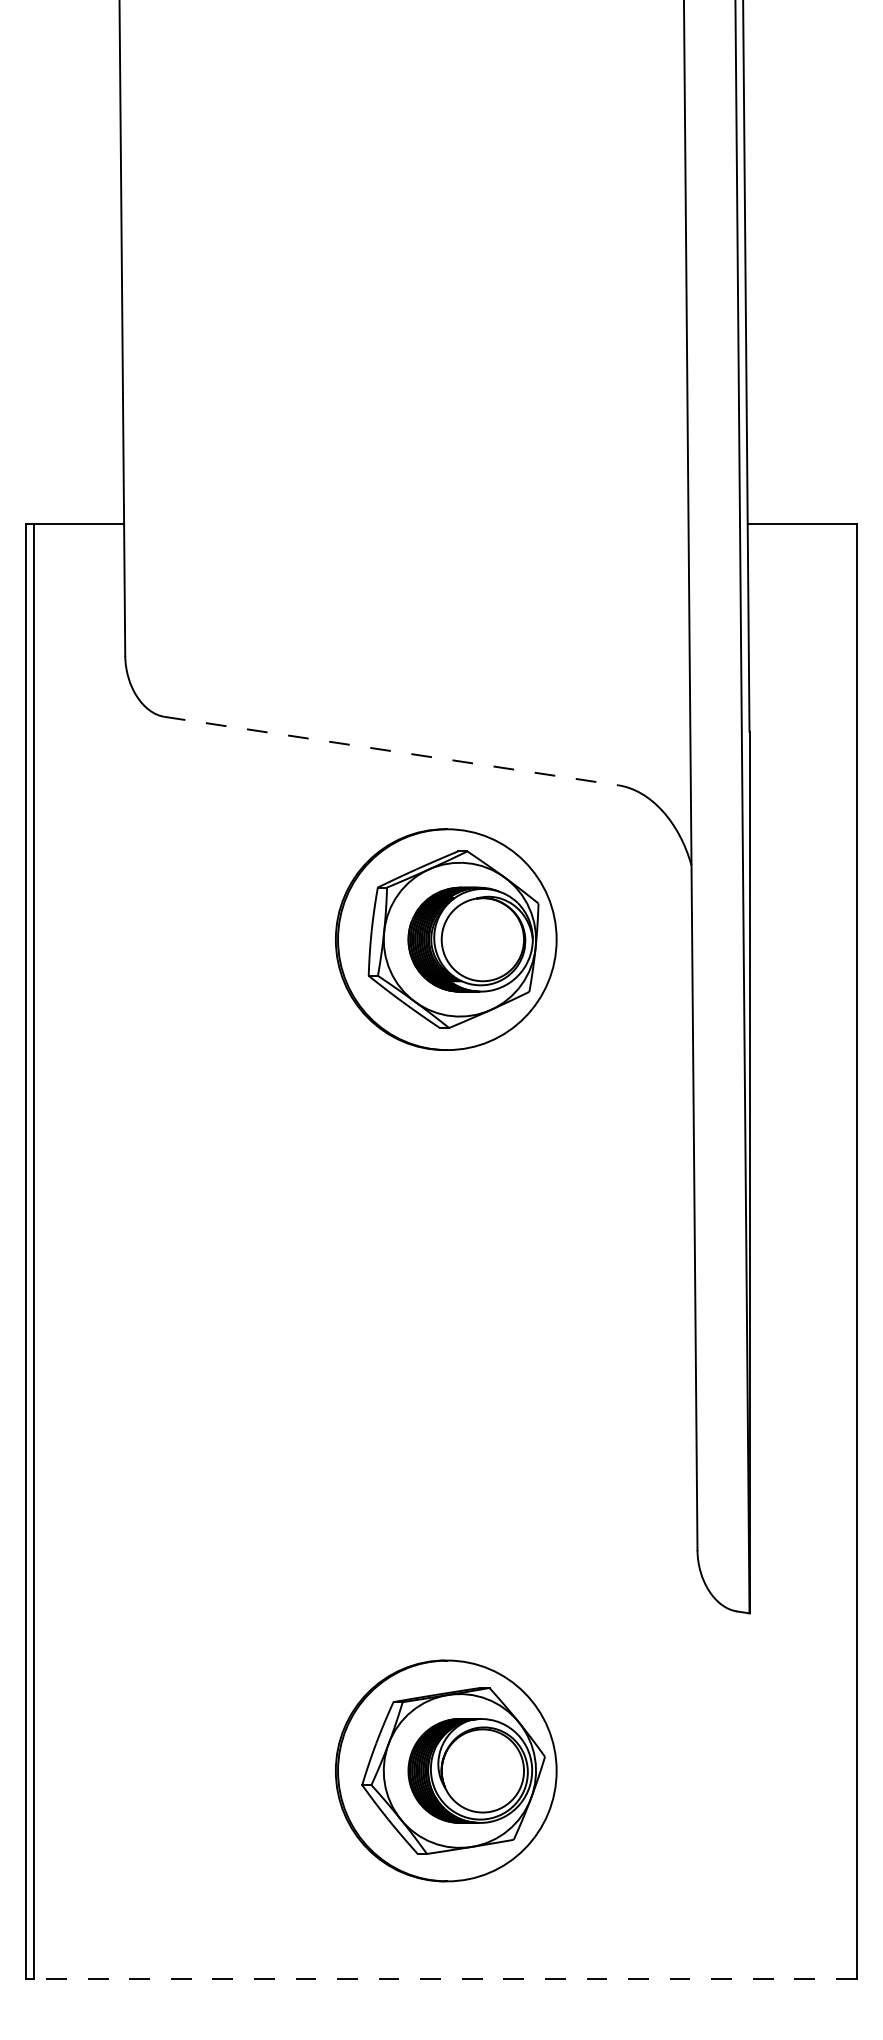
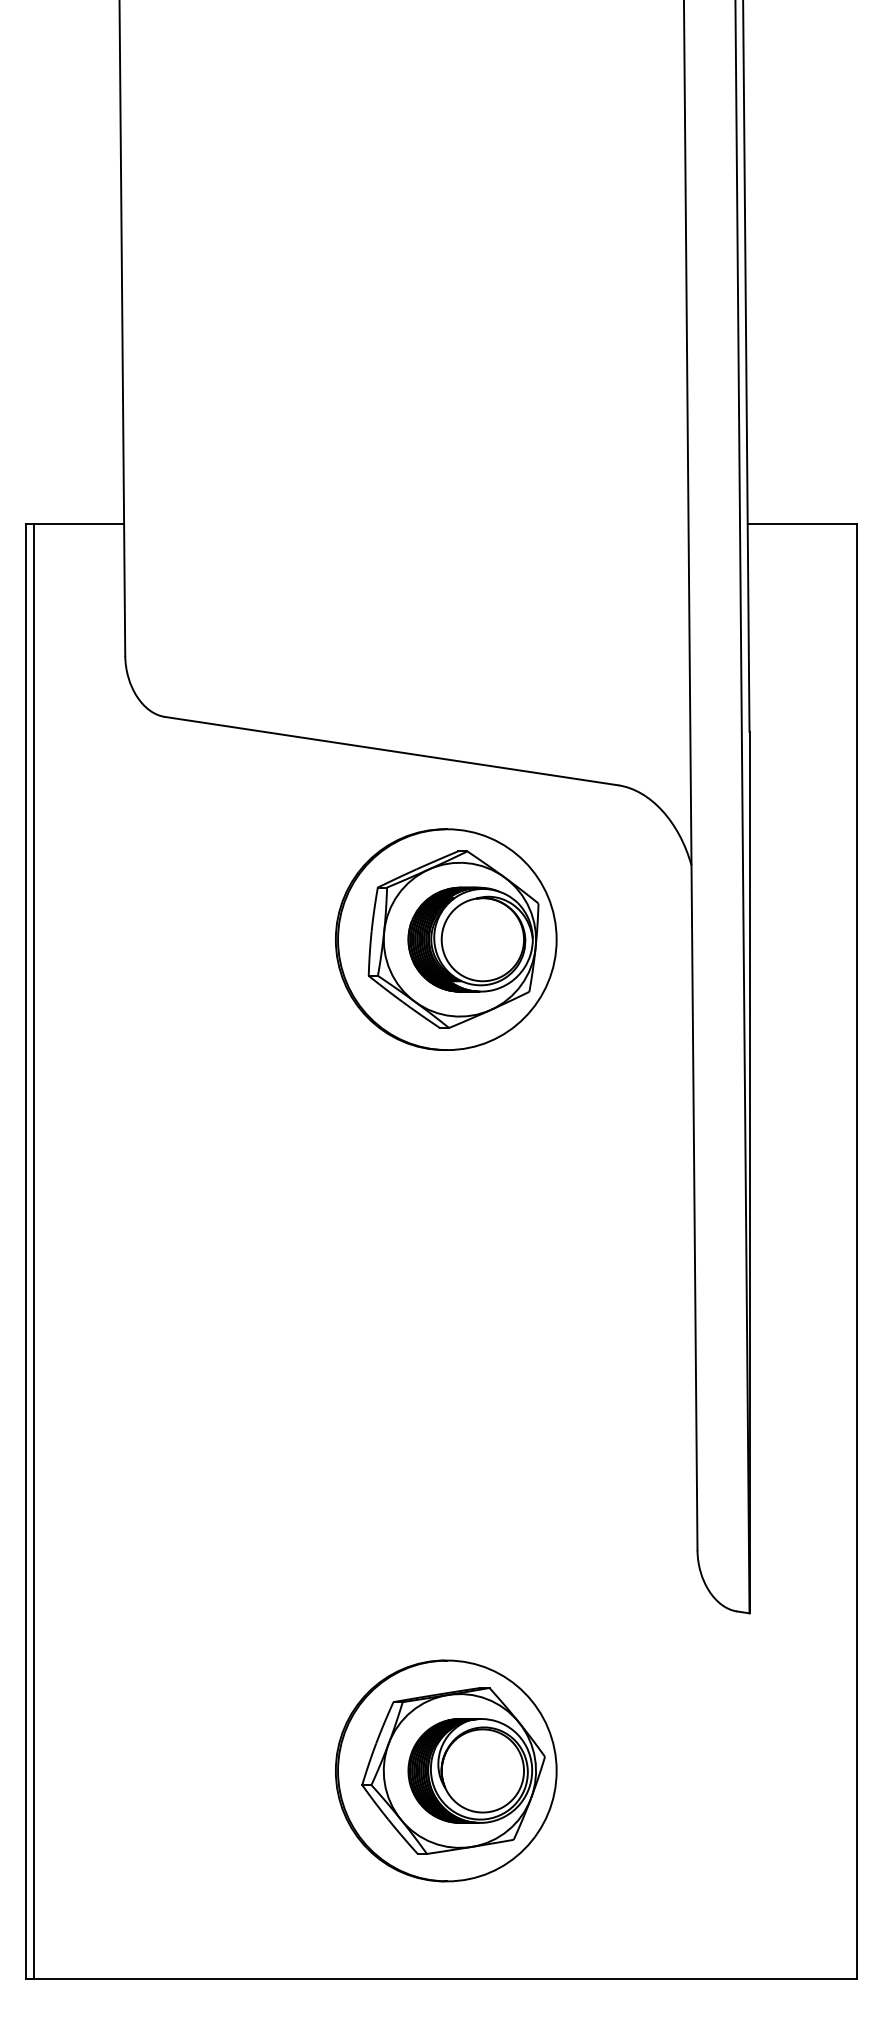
line at (392, 751): dashed -> solid
line at (445, 1978): dashed -> solid
